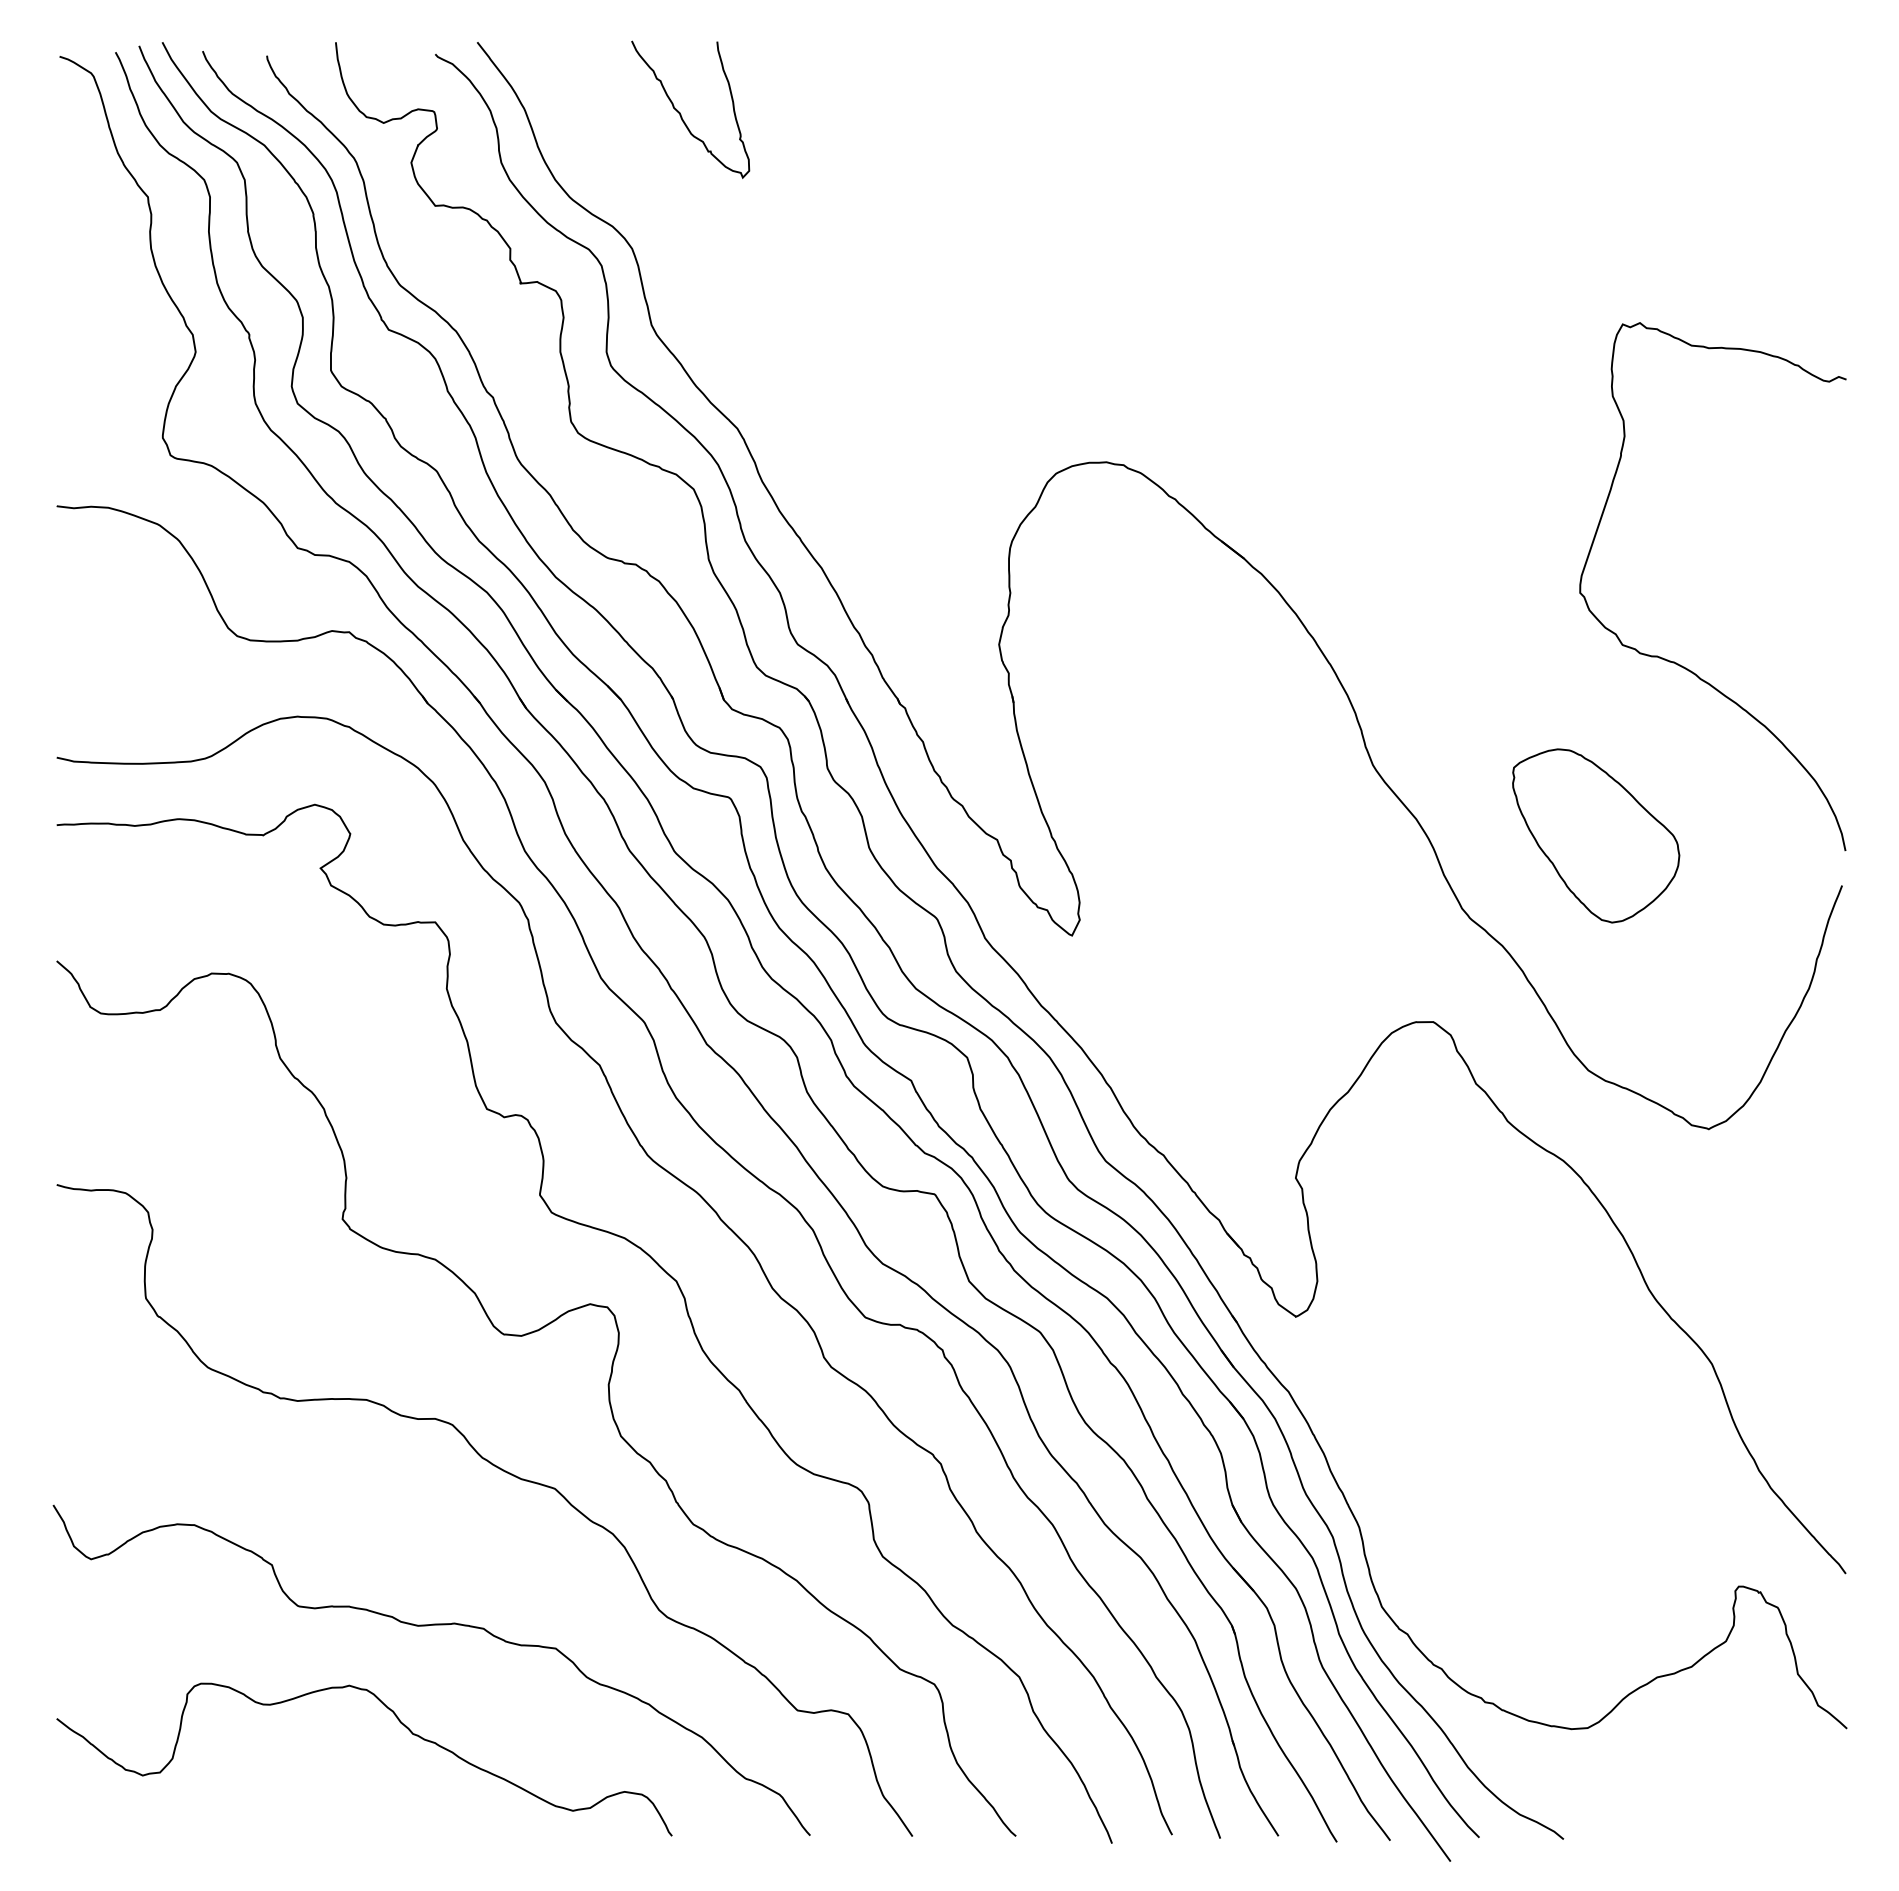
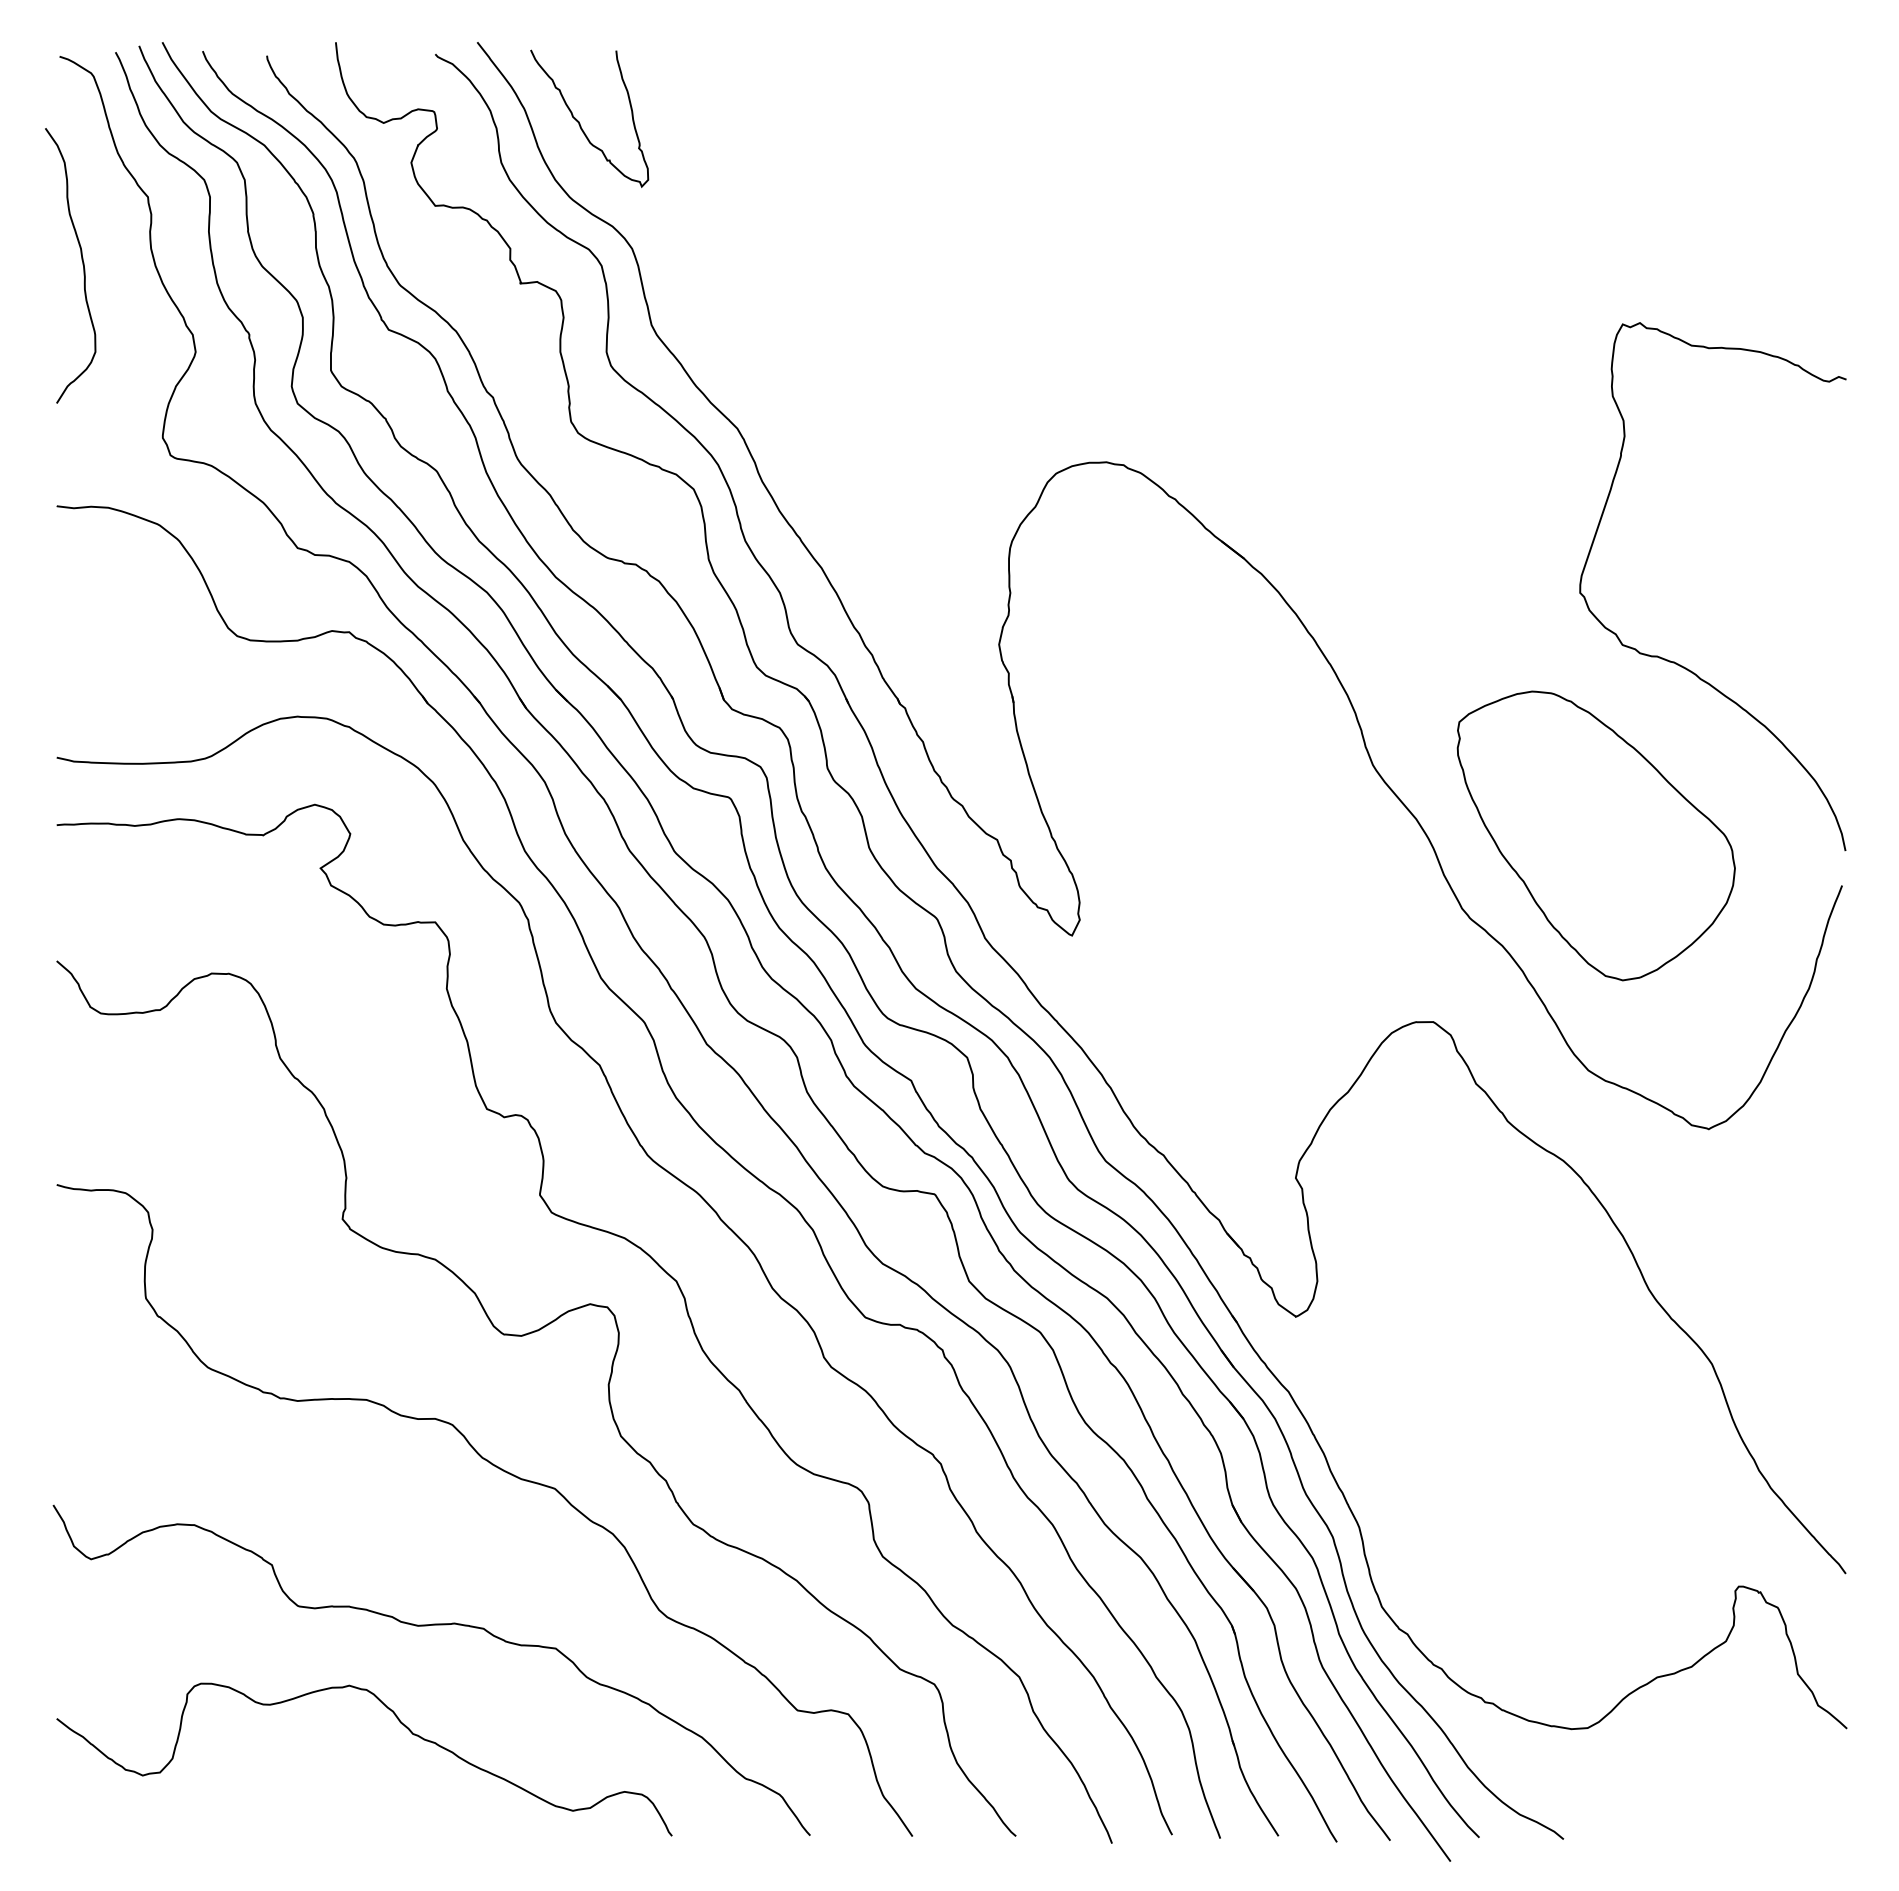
curve at (681, 114) position: (681, 114) -> (580, 123)
curve at (82, 265): none -> present
part at (1596, 835) size: 169x176 px -> 280x292 px
